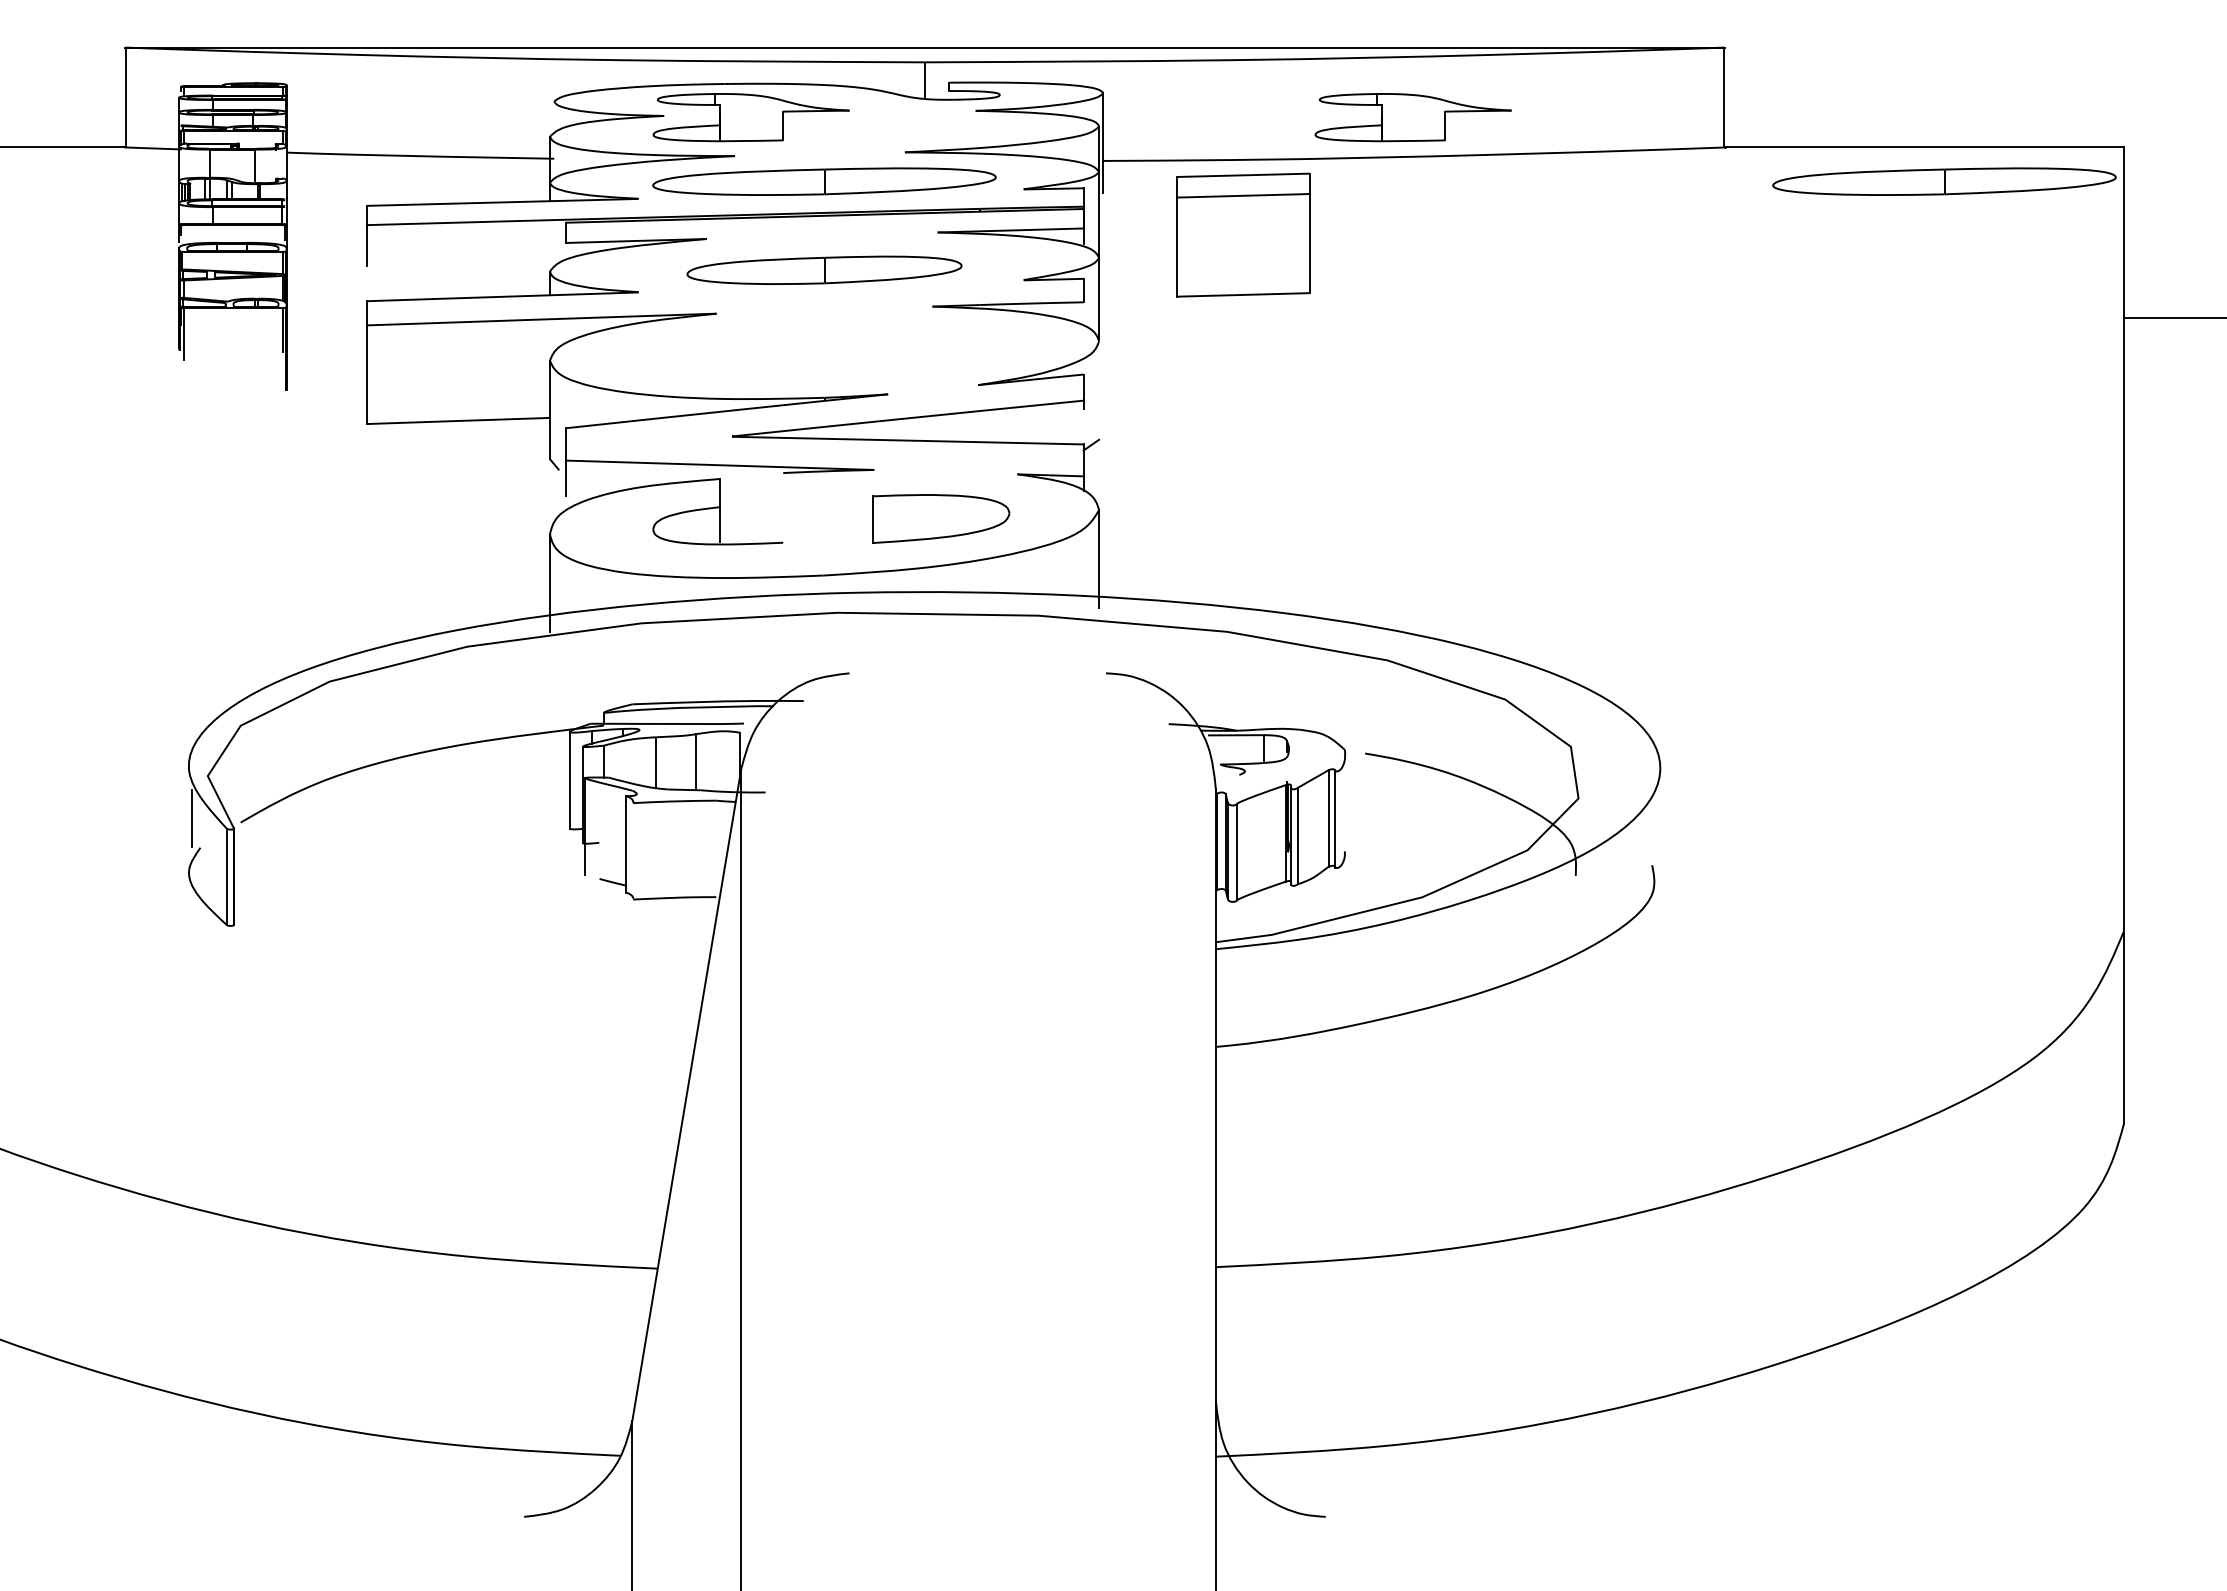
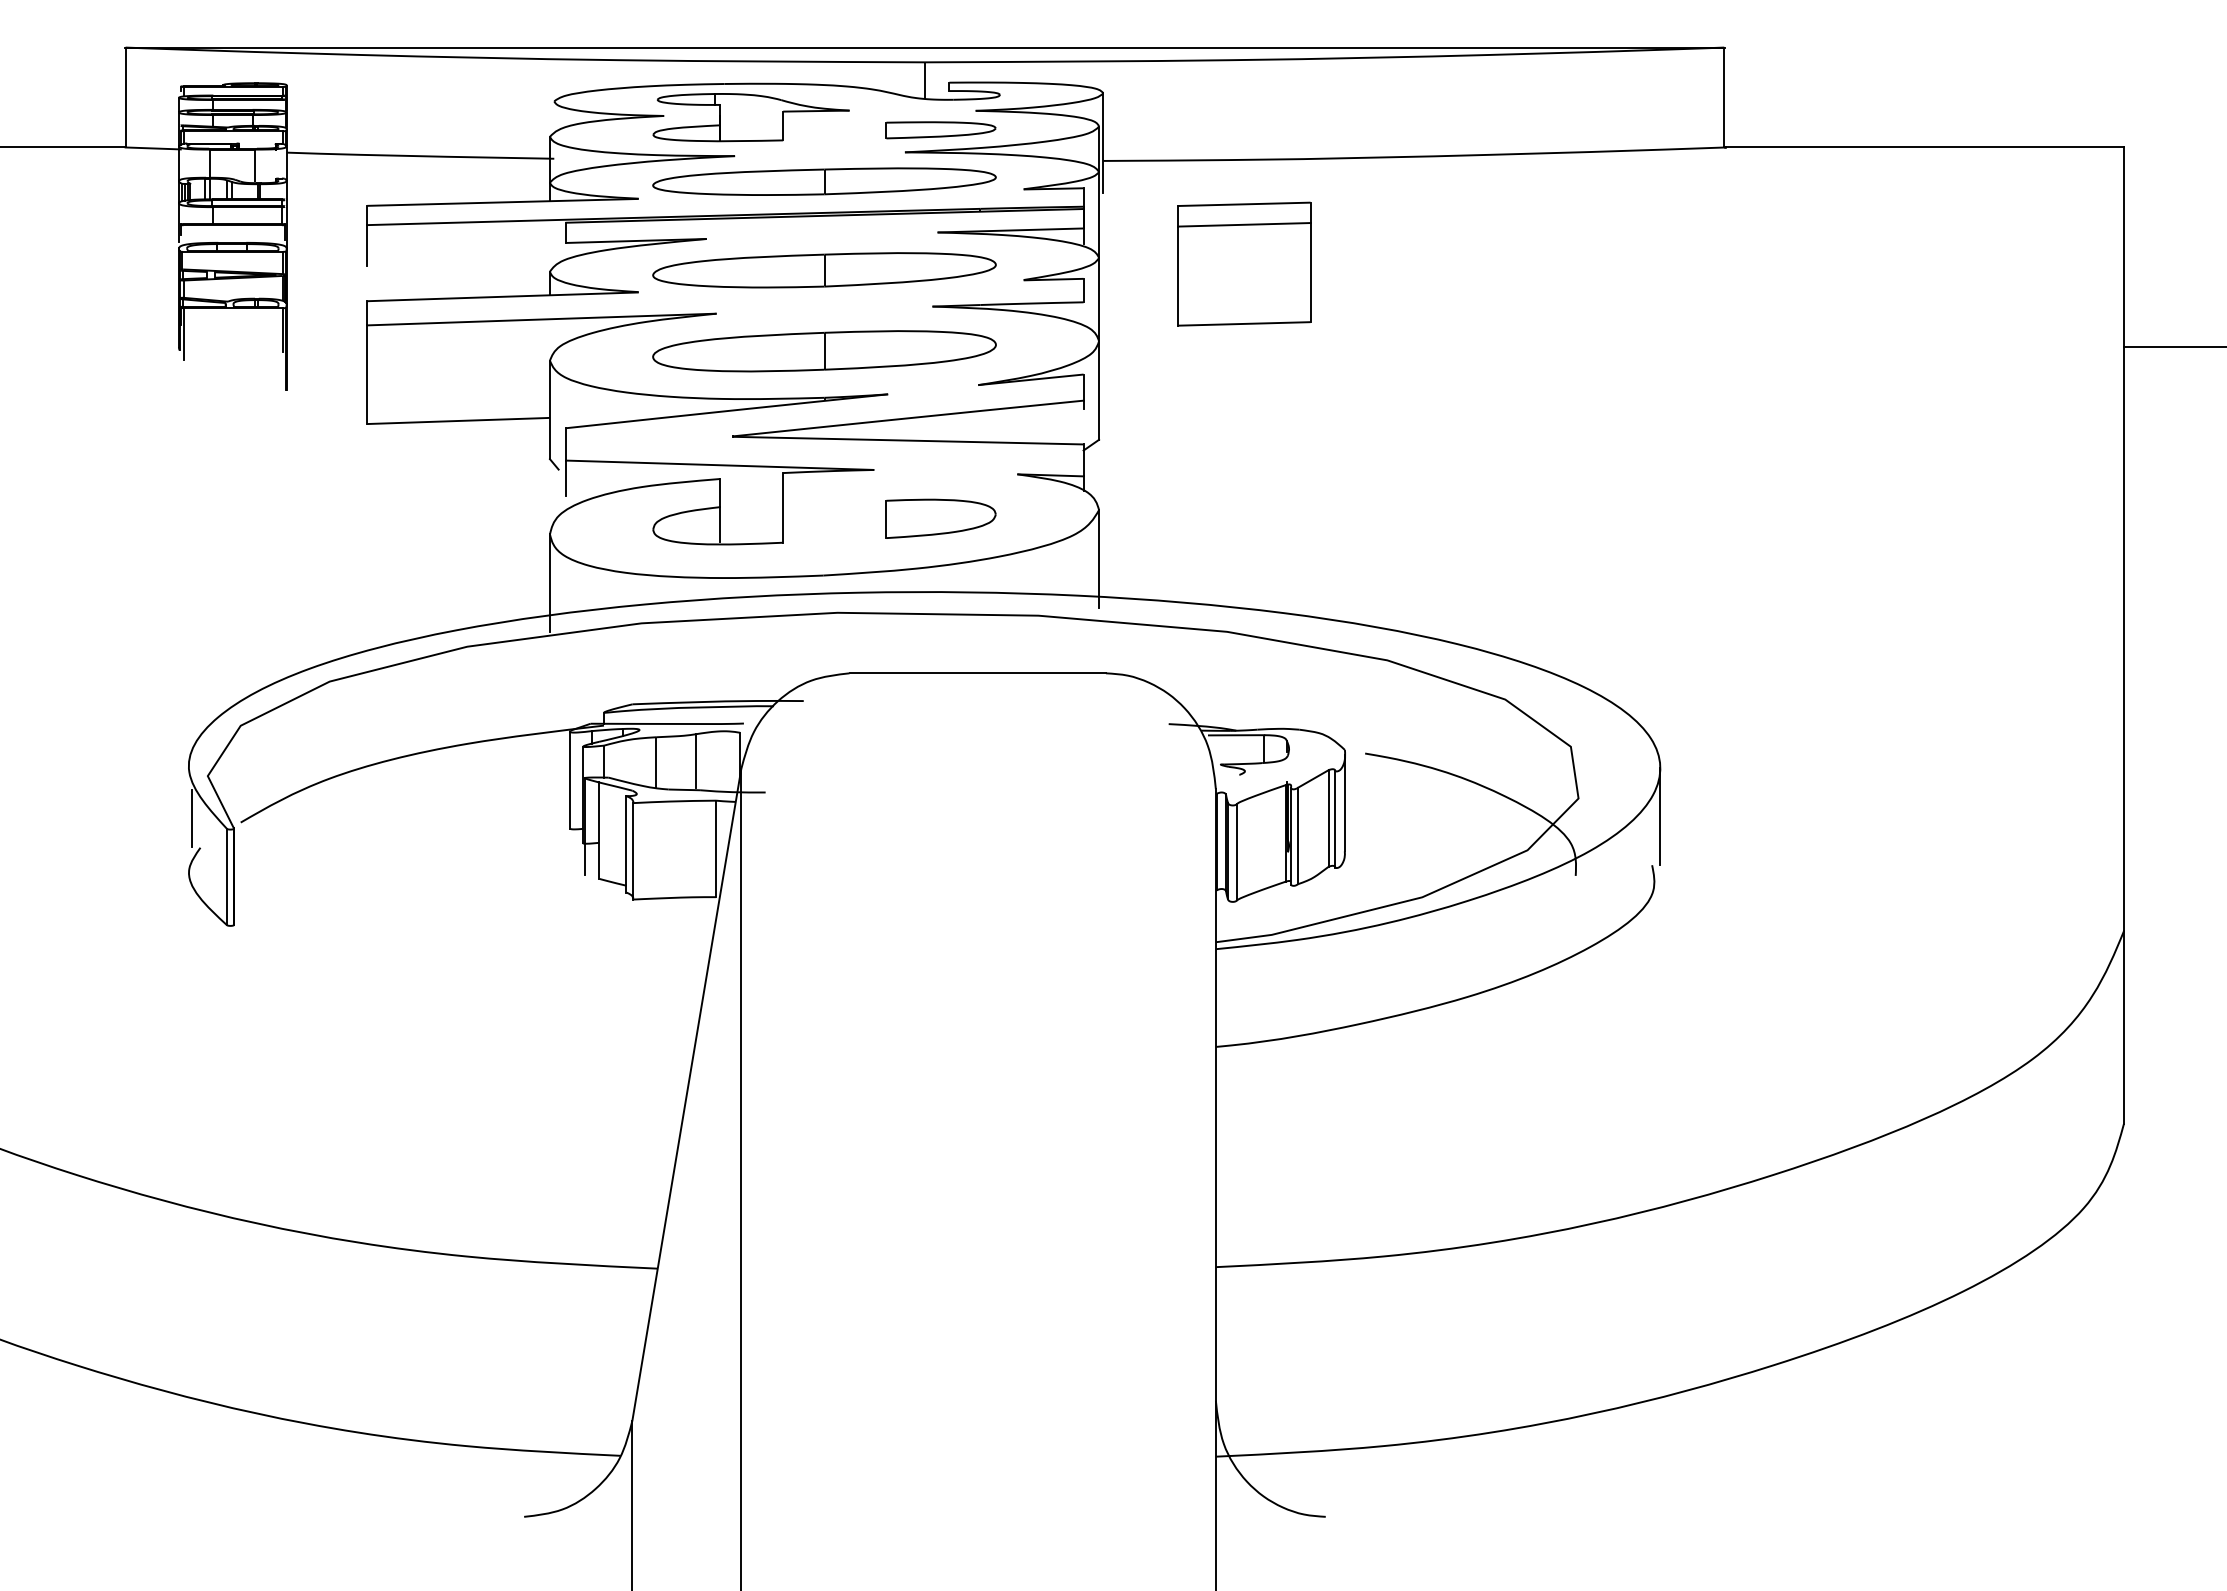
part at (1412, 117): present -> none
part at (940, 130): none -> present
part at (1944, 181): present -> none
part at (1243, 234) position: (1243, 234) -> (1244, 263)
part at (824, 269) size: 277x30 px -> 345x37 px
line at (2173, 318) position: (2173, 318) -> (2173, 347)
part at (824, 351): none -> present
line at (1099, 390): none -> present
line at (783, 507): none -> present
part at (941, 518) size: 139x50 px -> 112x41 px
line at (977, 673): none -> present
line at (1345, 802): none -> present
line at (1660, 816): none -> present
line at (599, 830): none -> present
line at (716, 848): none -> present
line at (633, 851): none -> present
